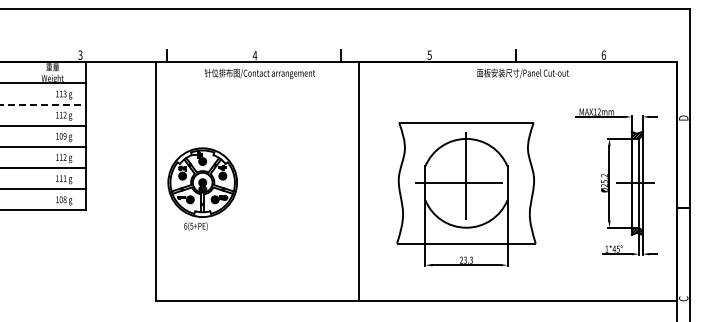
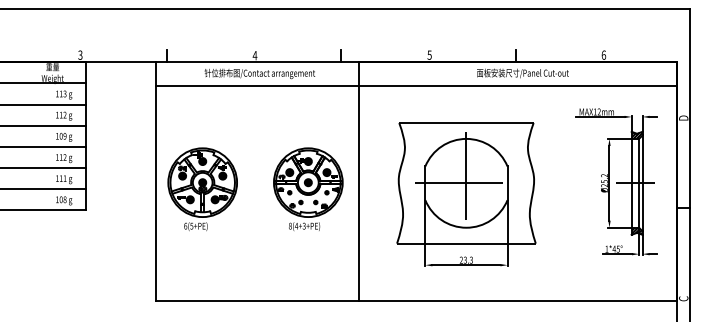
line at (416, 86): none -> present
line at (43, 104): dashed -> solid
part at (308, 188): none -> present
